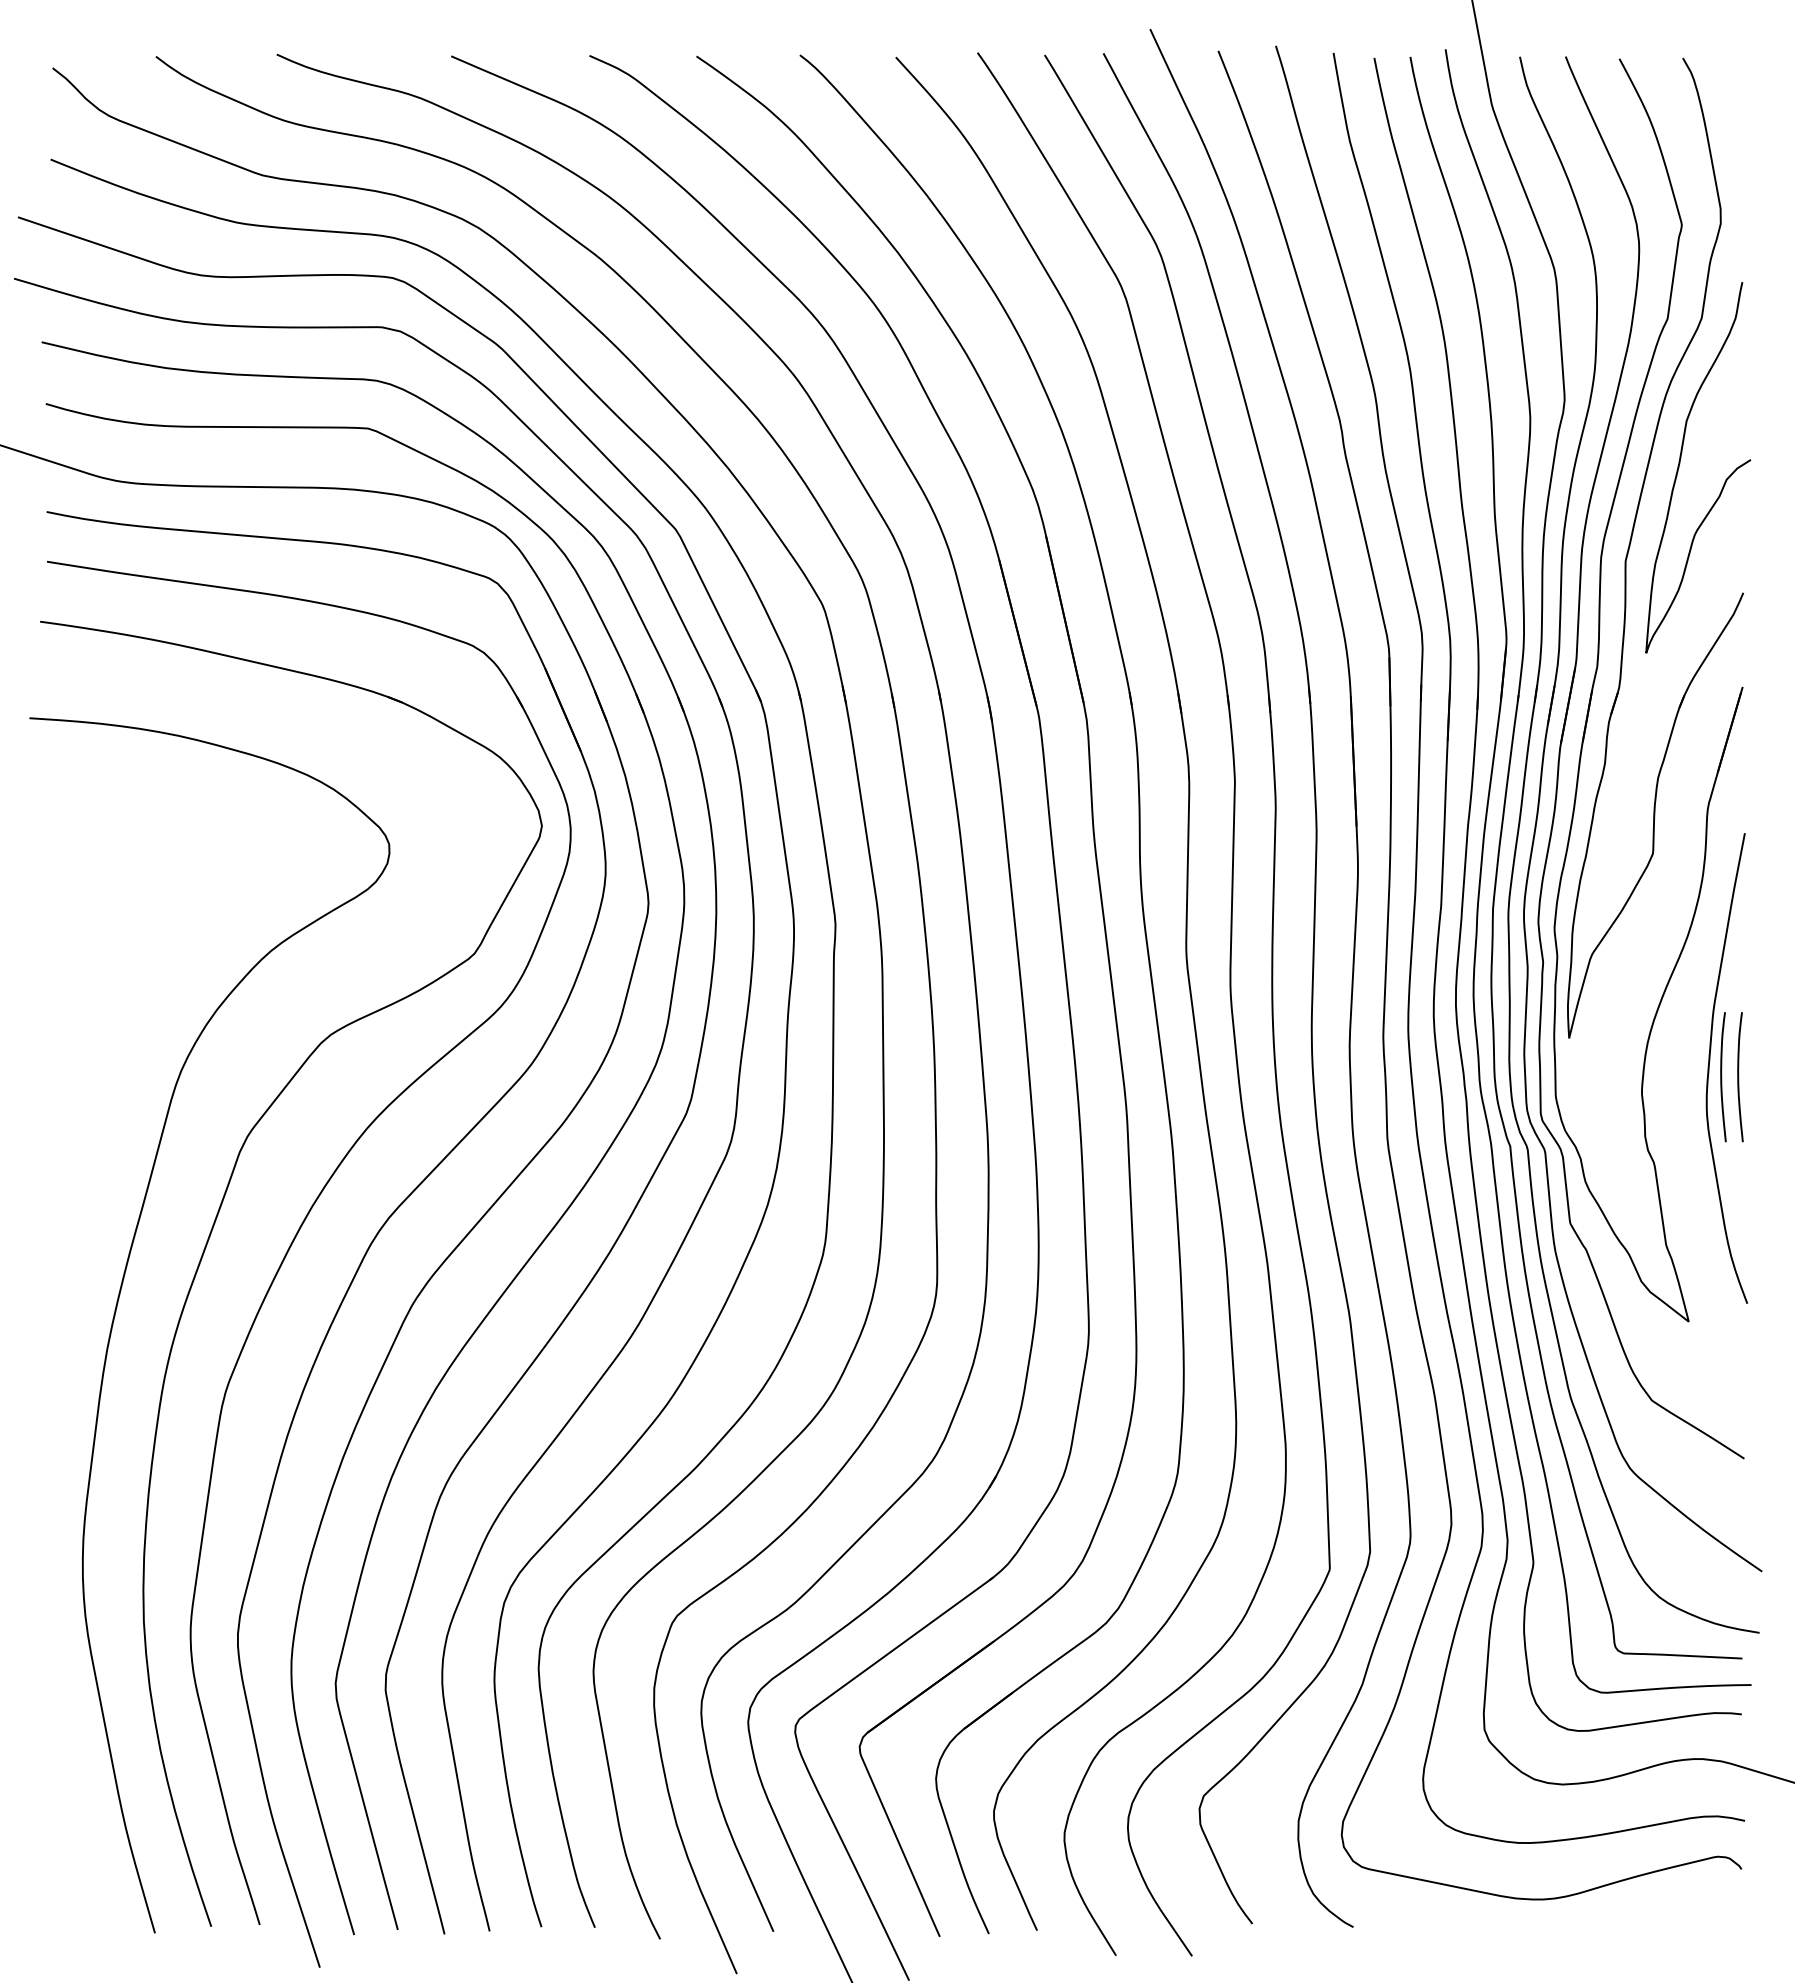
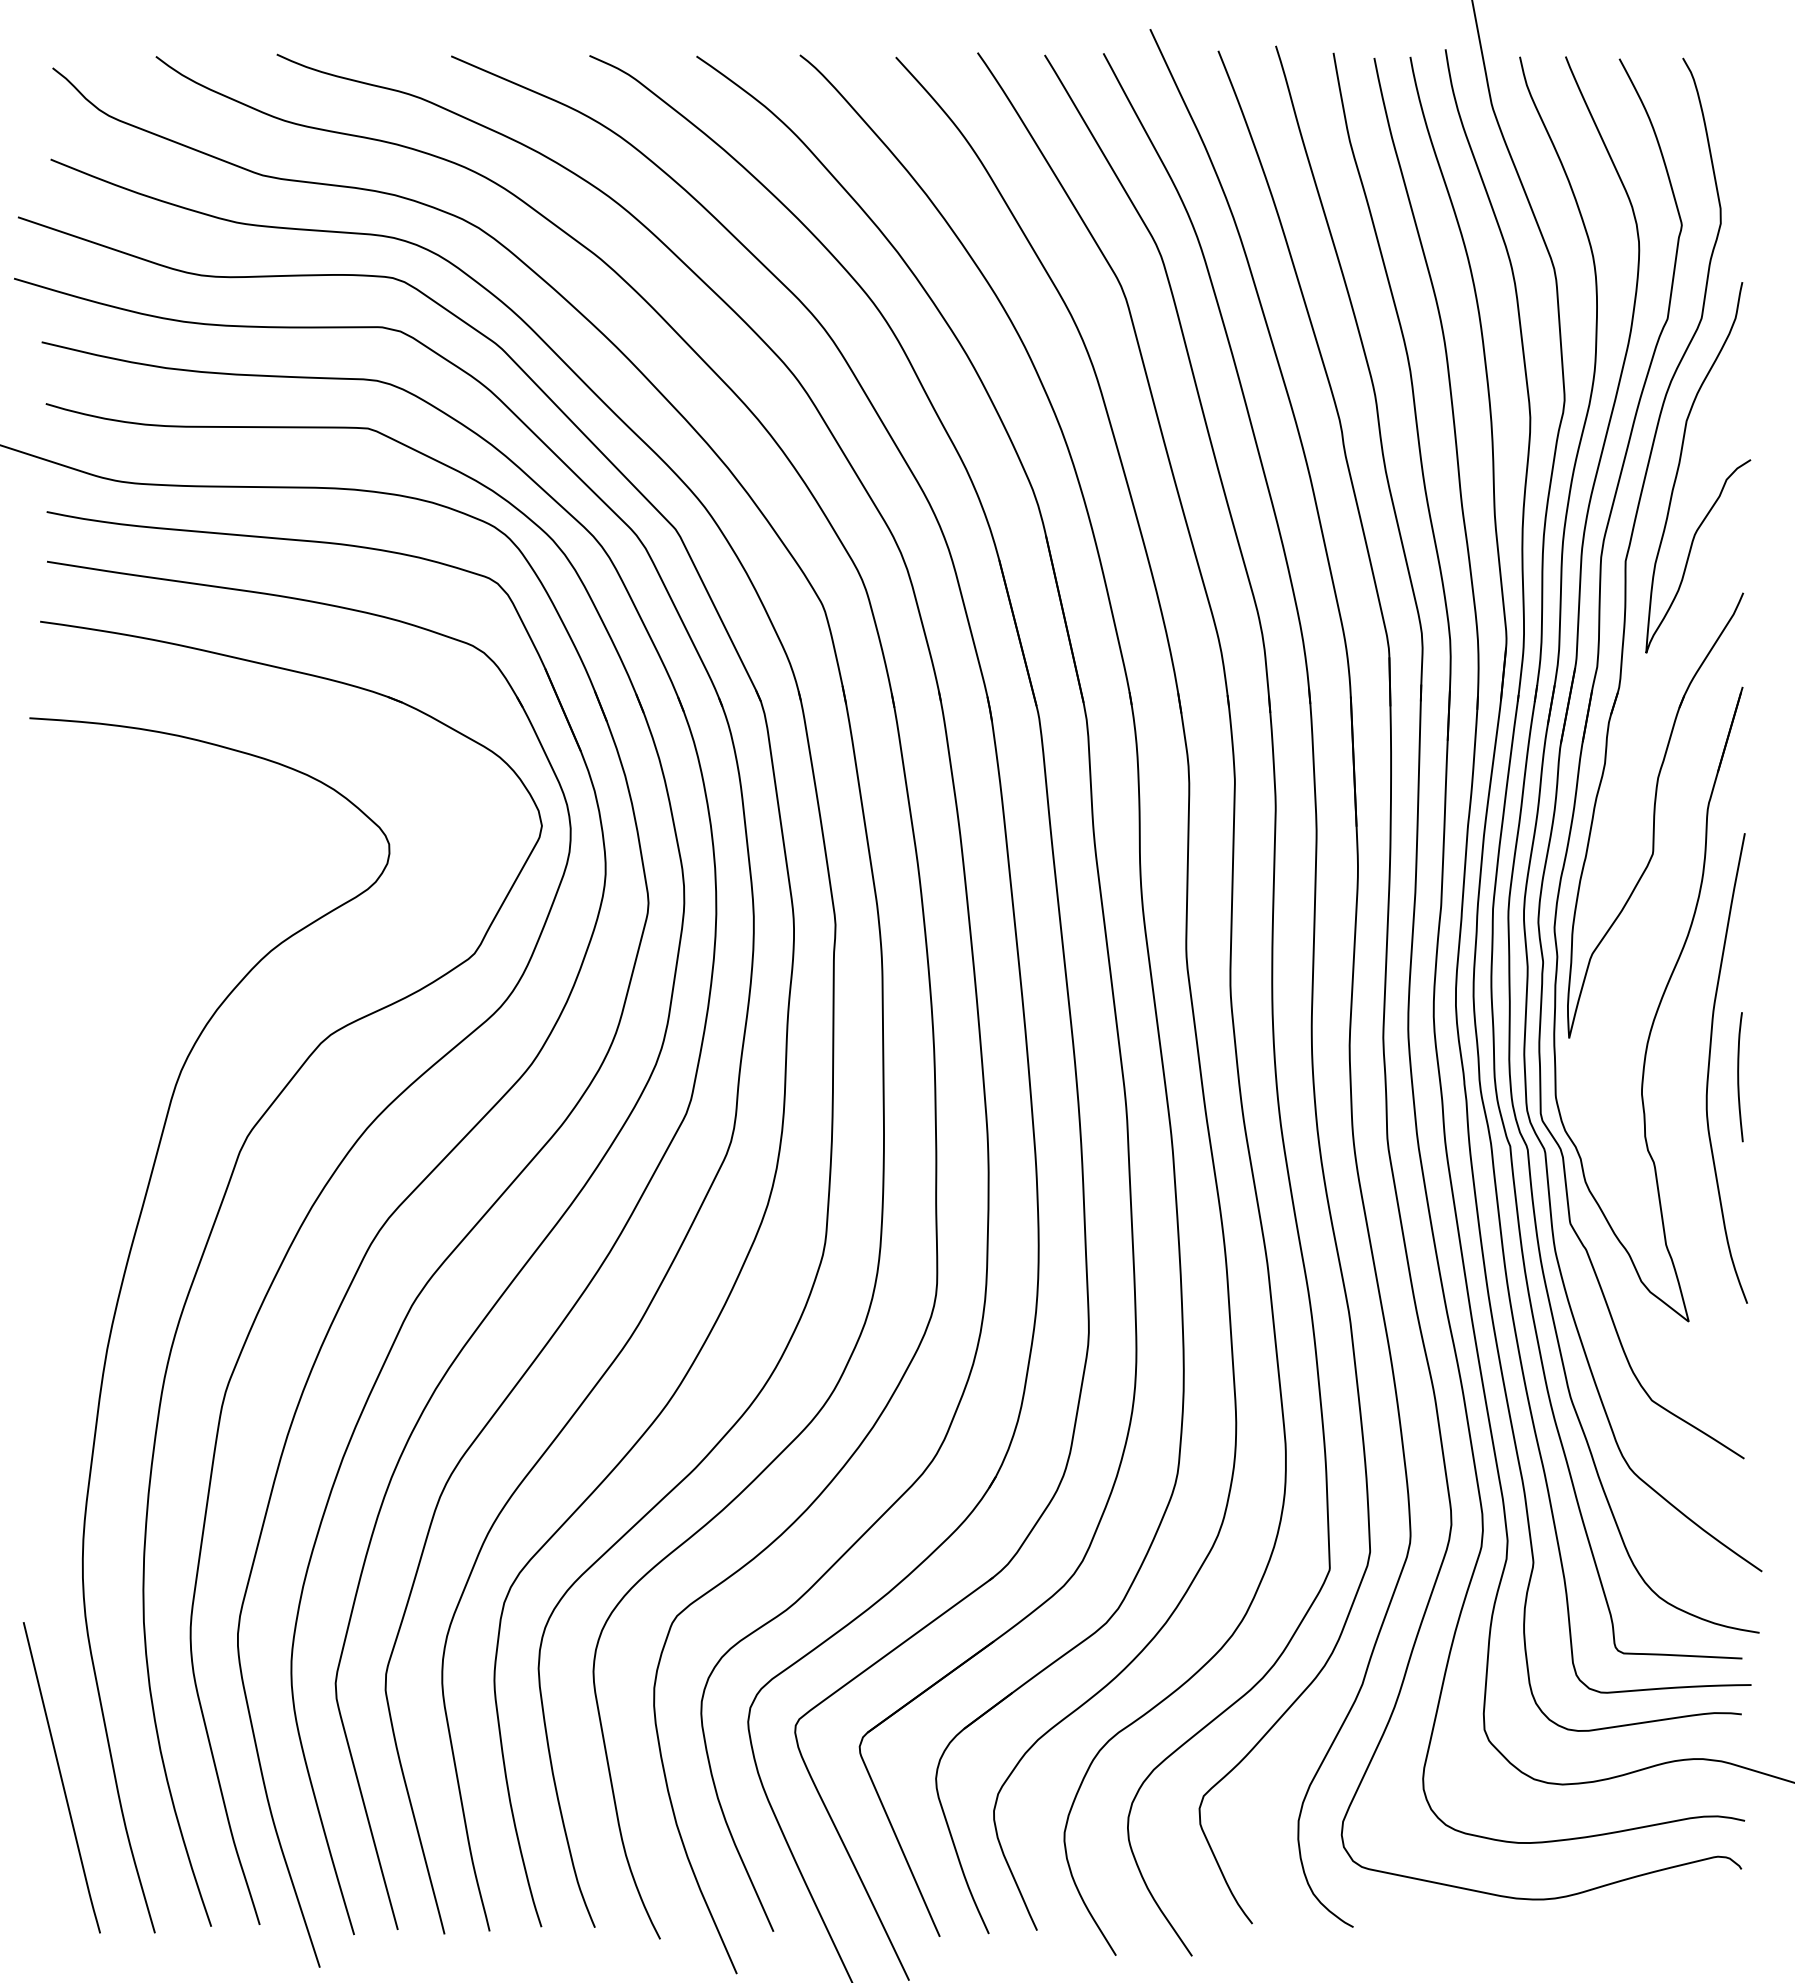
curve at (1722, 1077): present -> none
curve at (61, 1777): none -> present
